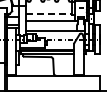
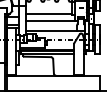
line at (48, 13): dashed -> solid
